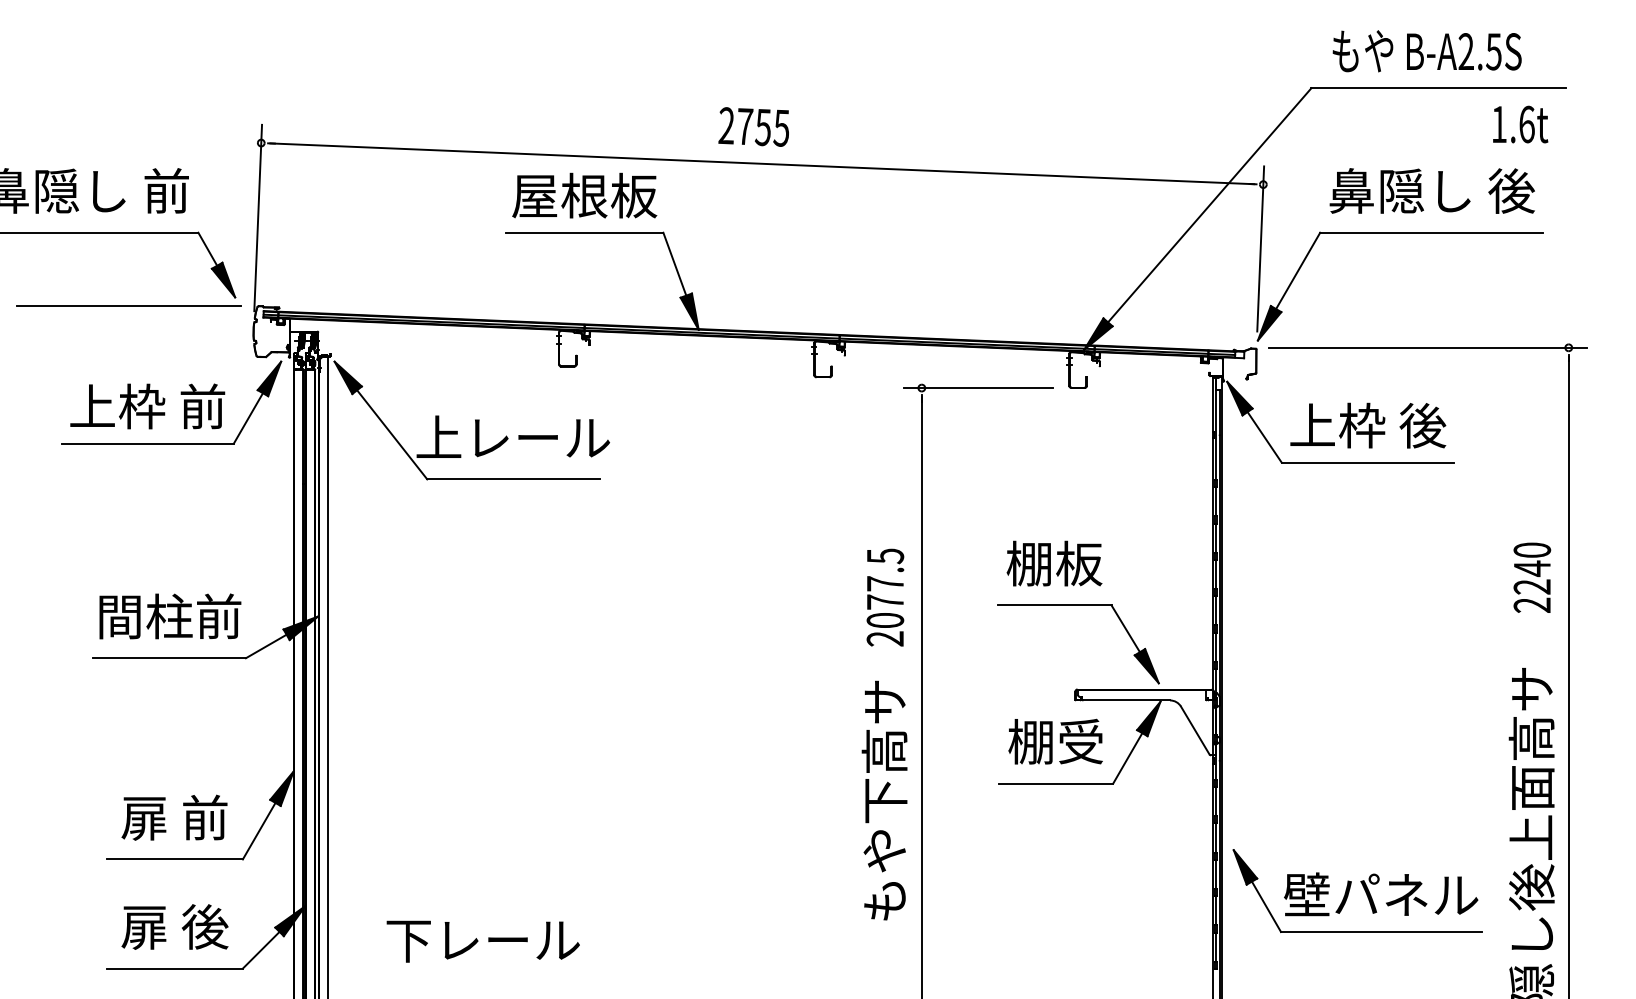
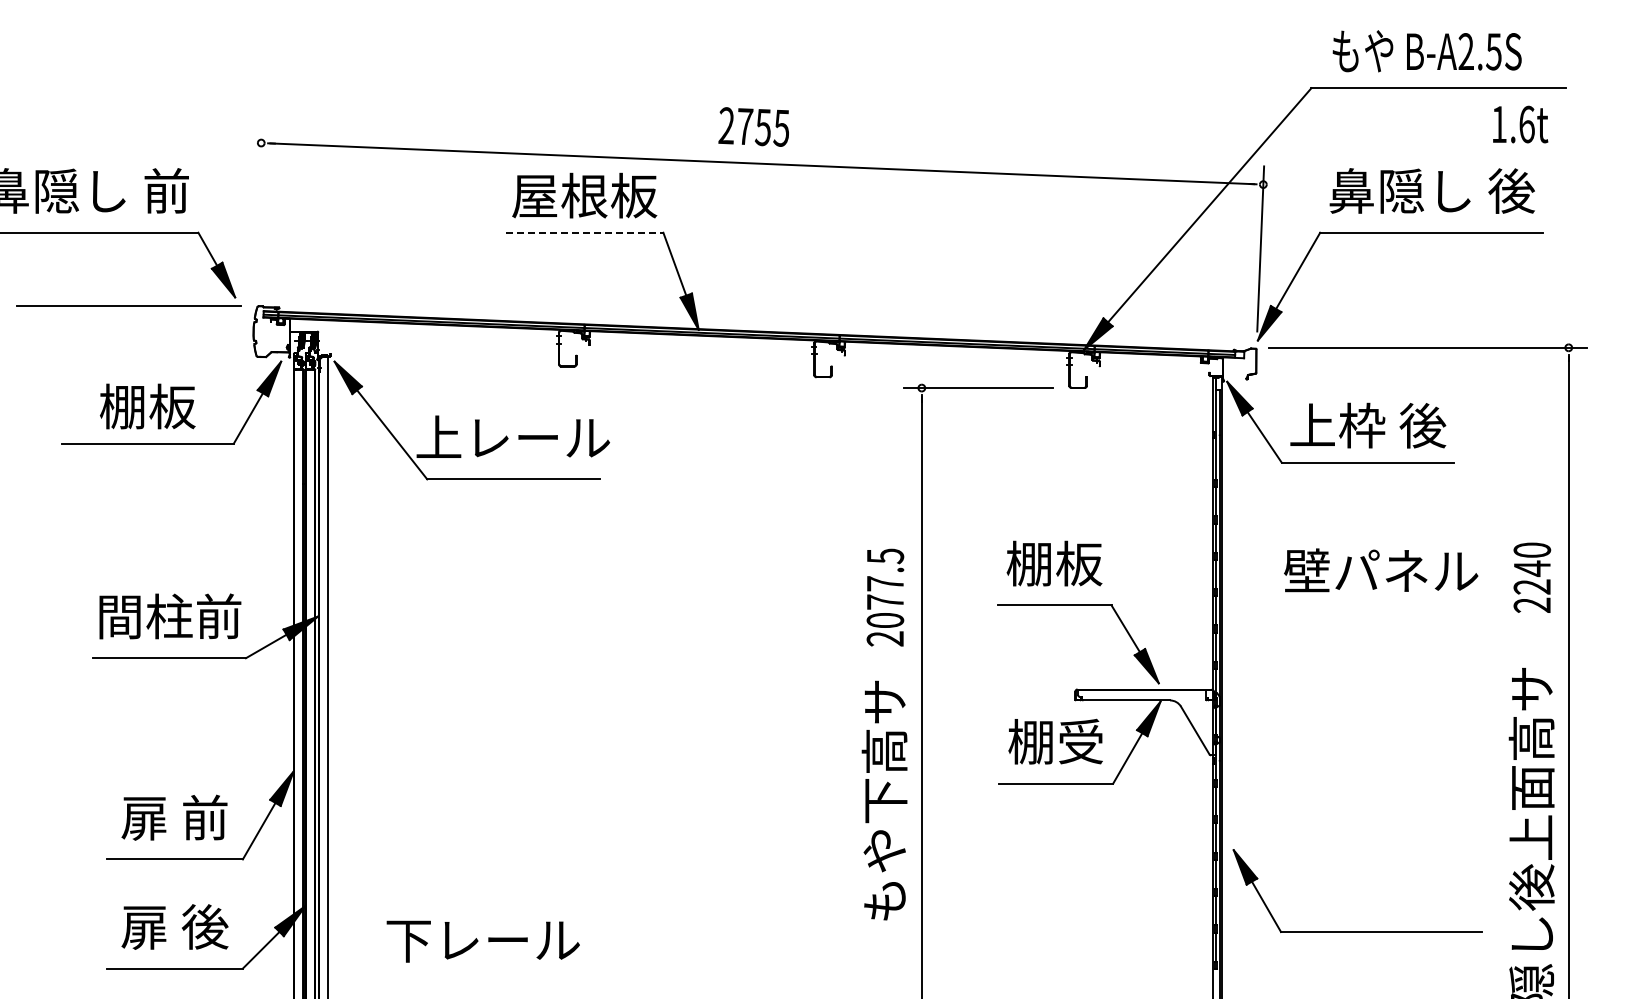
line at (258, 217): present -> none
line at (584, 232): solid -> dashed
text at (147, 406): 上枠 前 -> 棚板
text at (1381, 894) position: (1381, 894) -> (1381, 570)
